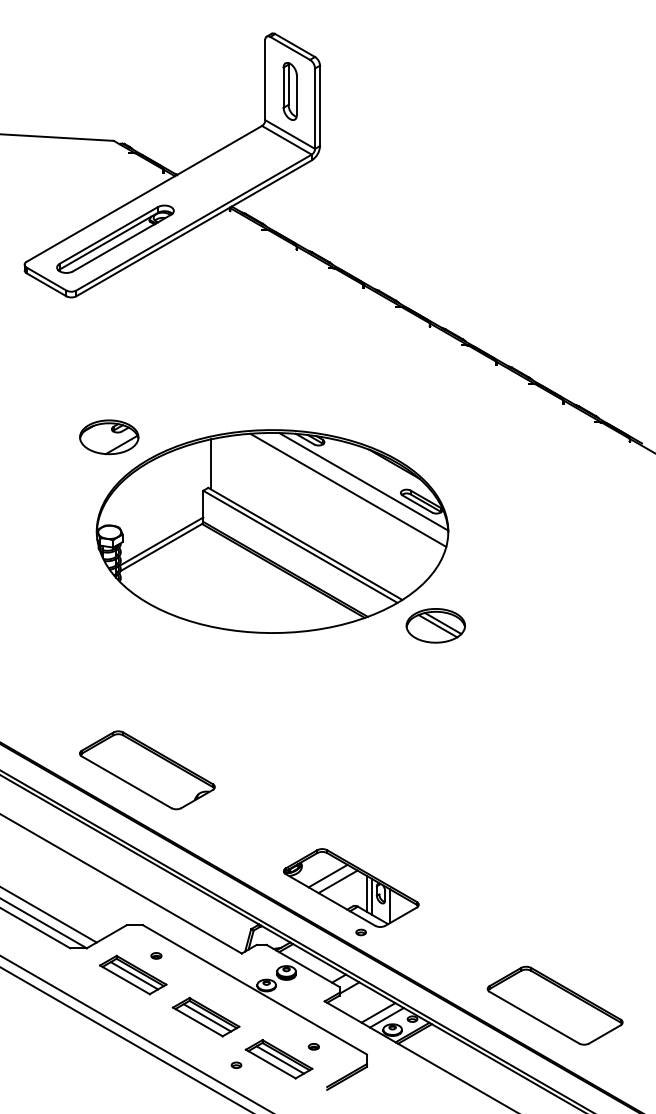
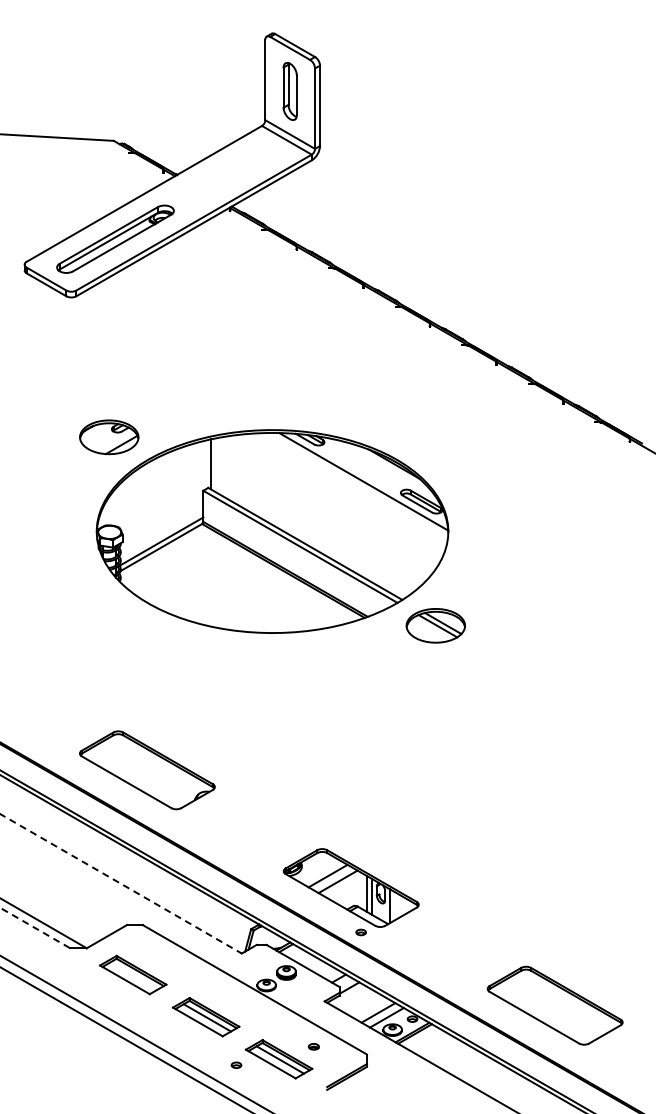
line at (348, 489): present -> none
line at (121, 884): solid -> dashed
line at (49, 915): present -> none
line at (35, 928): solid -> dashed
part at (156, 955): present -> none
line at (134, 975): present -> none
